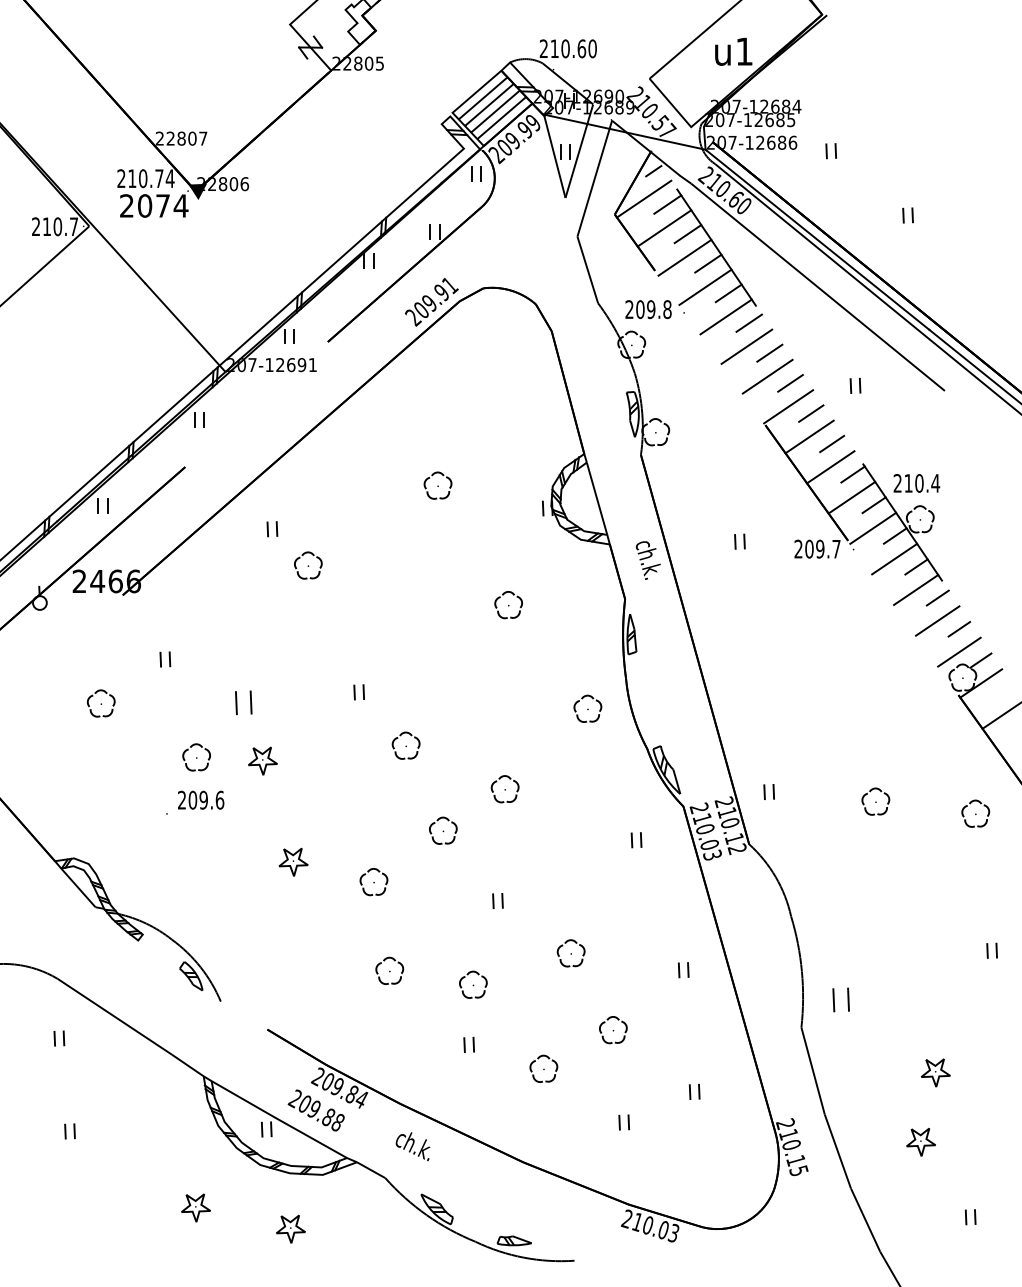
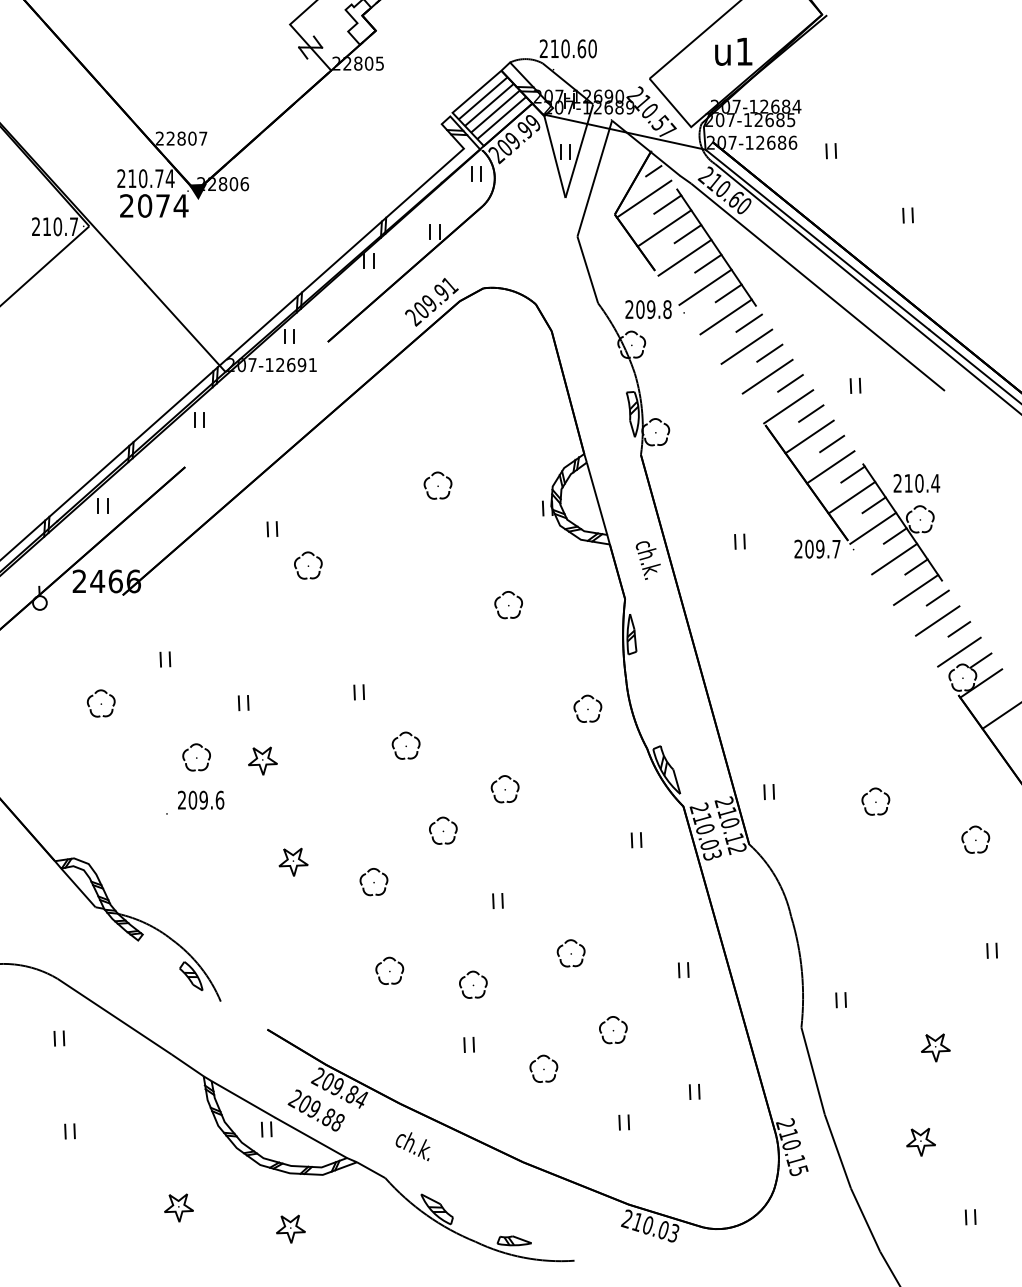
part at (243, 702) size: 18x26 px -> 13x17 px
part at (975, 813) position: (975, 813) -> (975, 839)
part at (840, 999) size: 18x26 px -> 12x17 px
part at (935, 1072) position: (935, 1072) -> (935, 1047)
part at (195, 1207) position: (195, 1207) -> (178, 1207)
